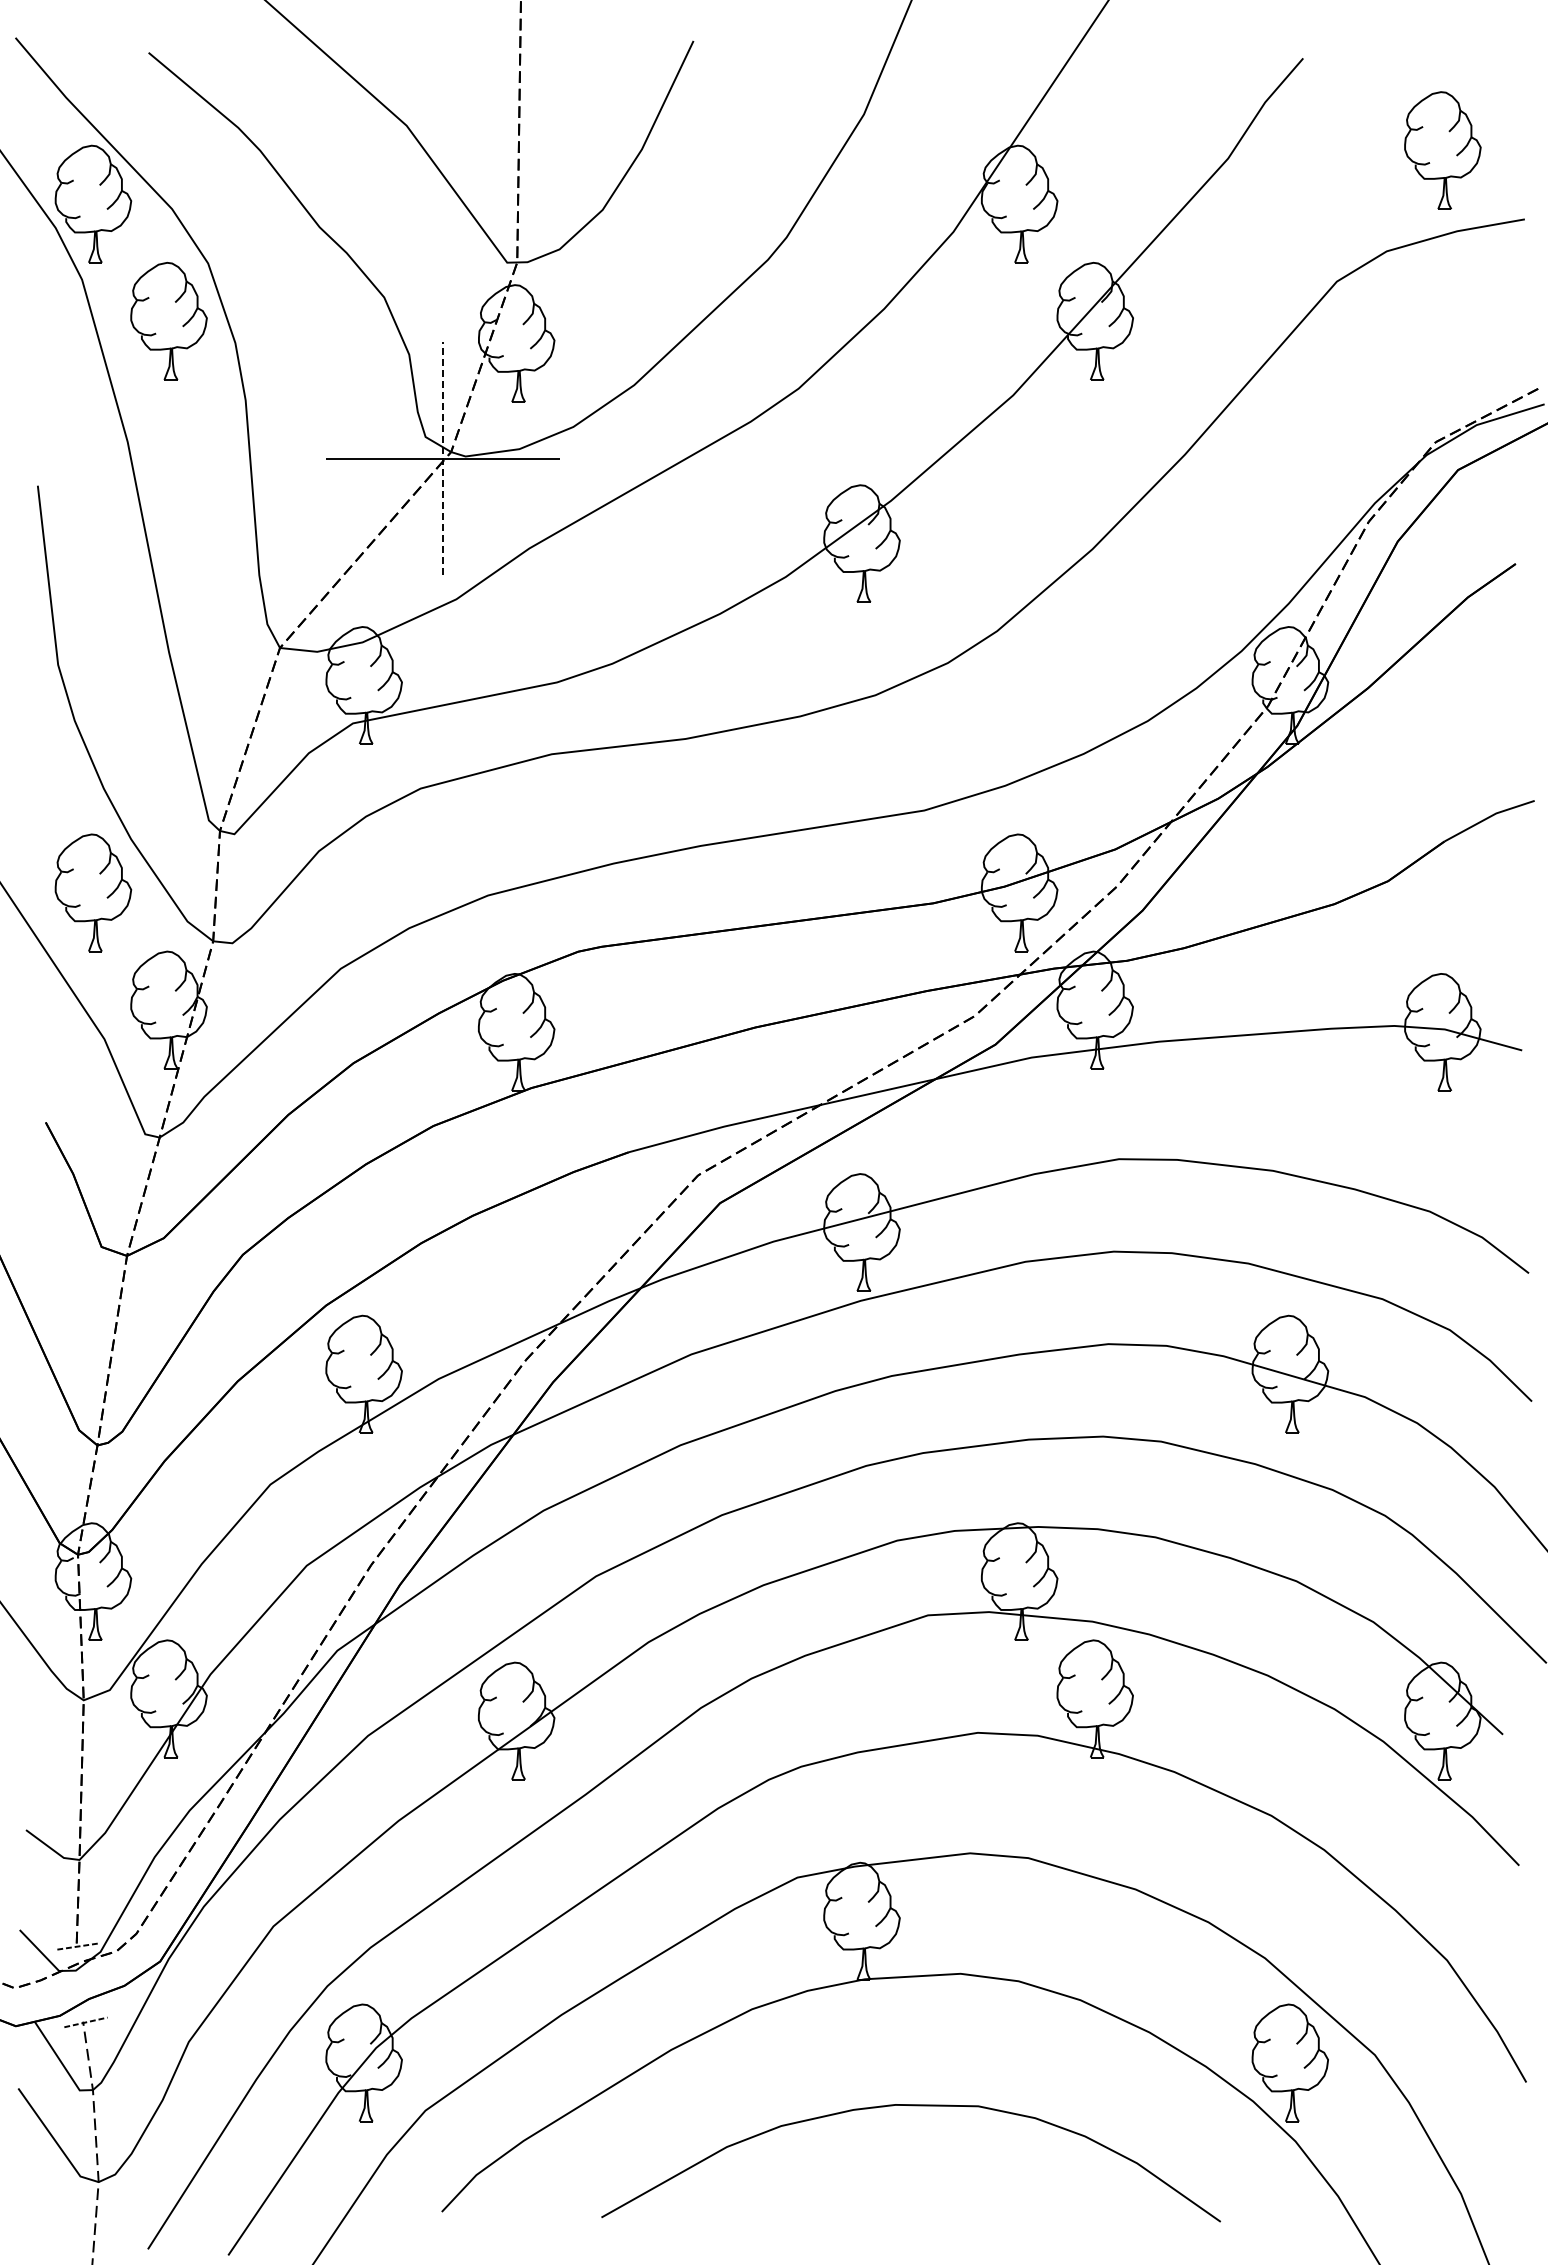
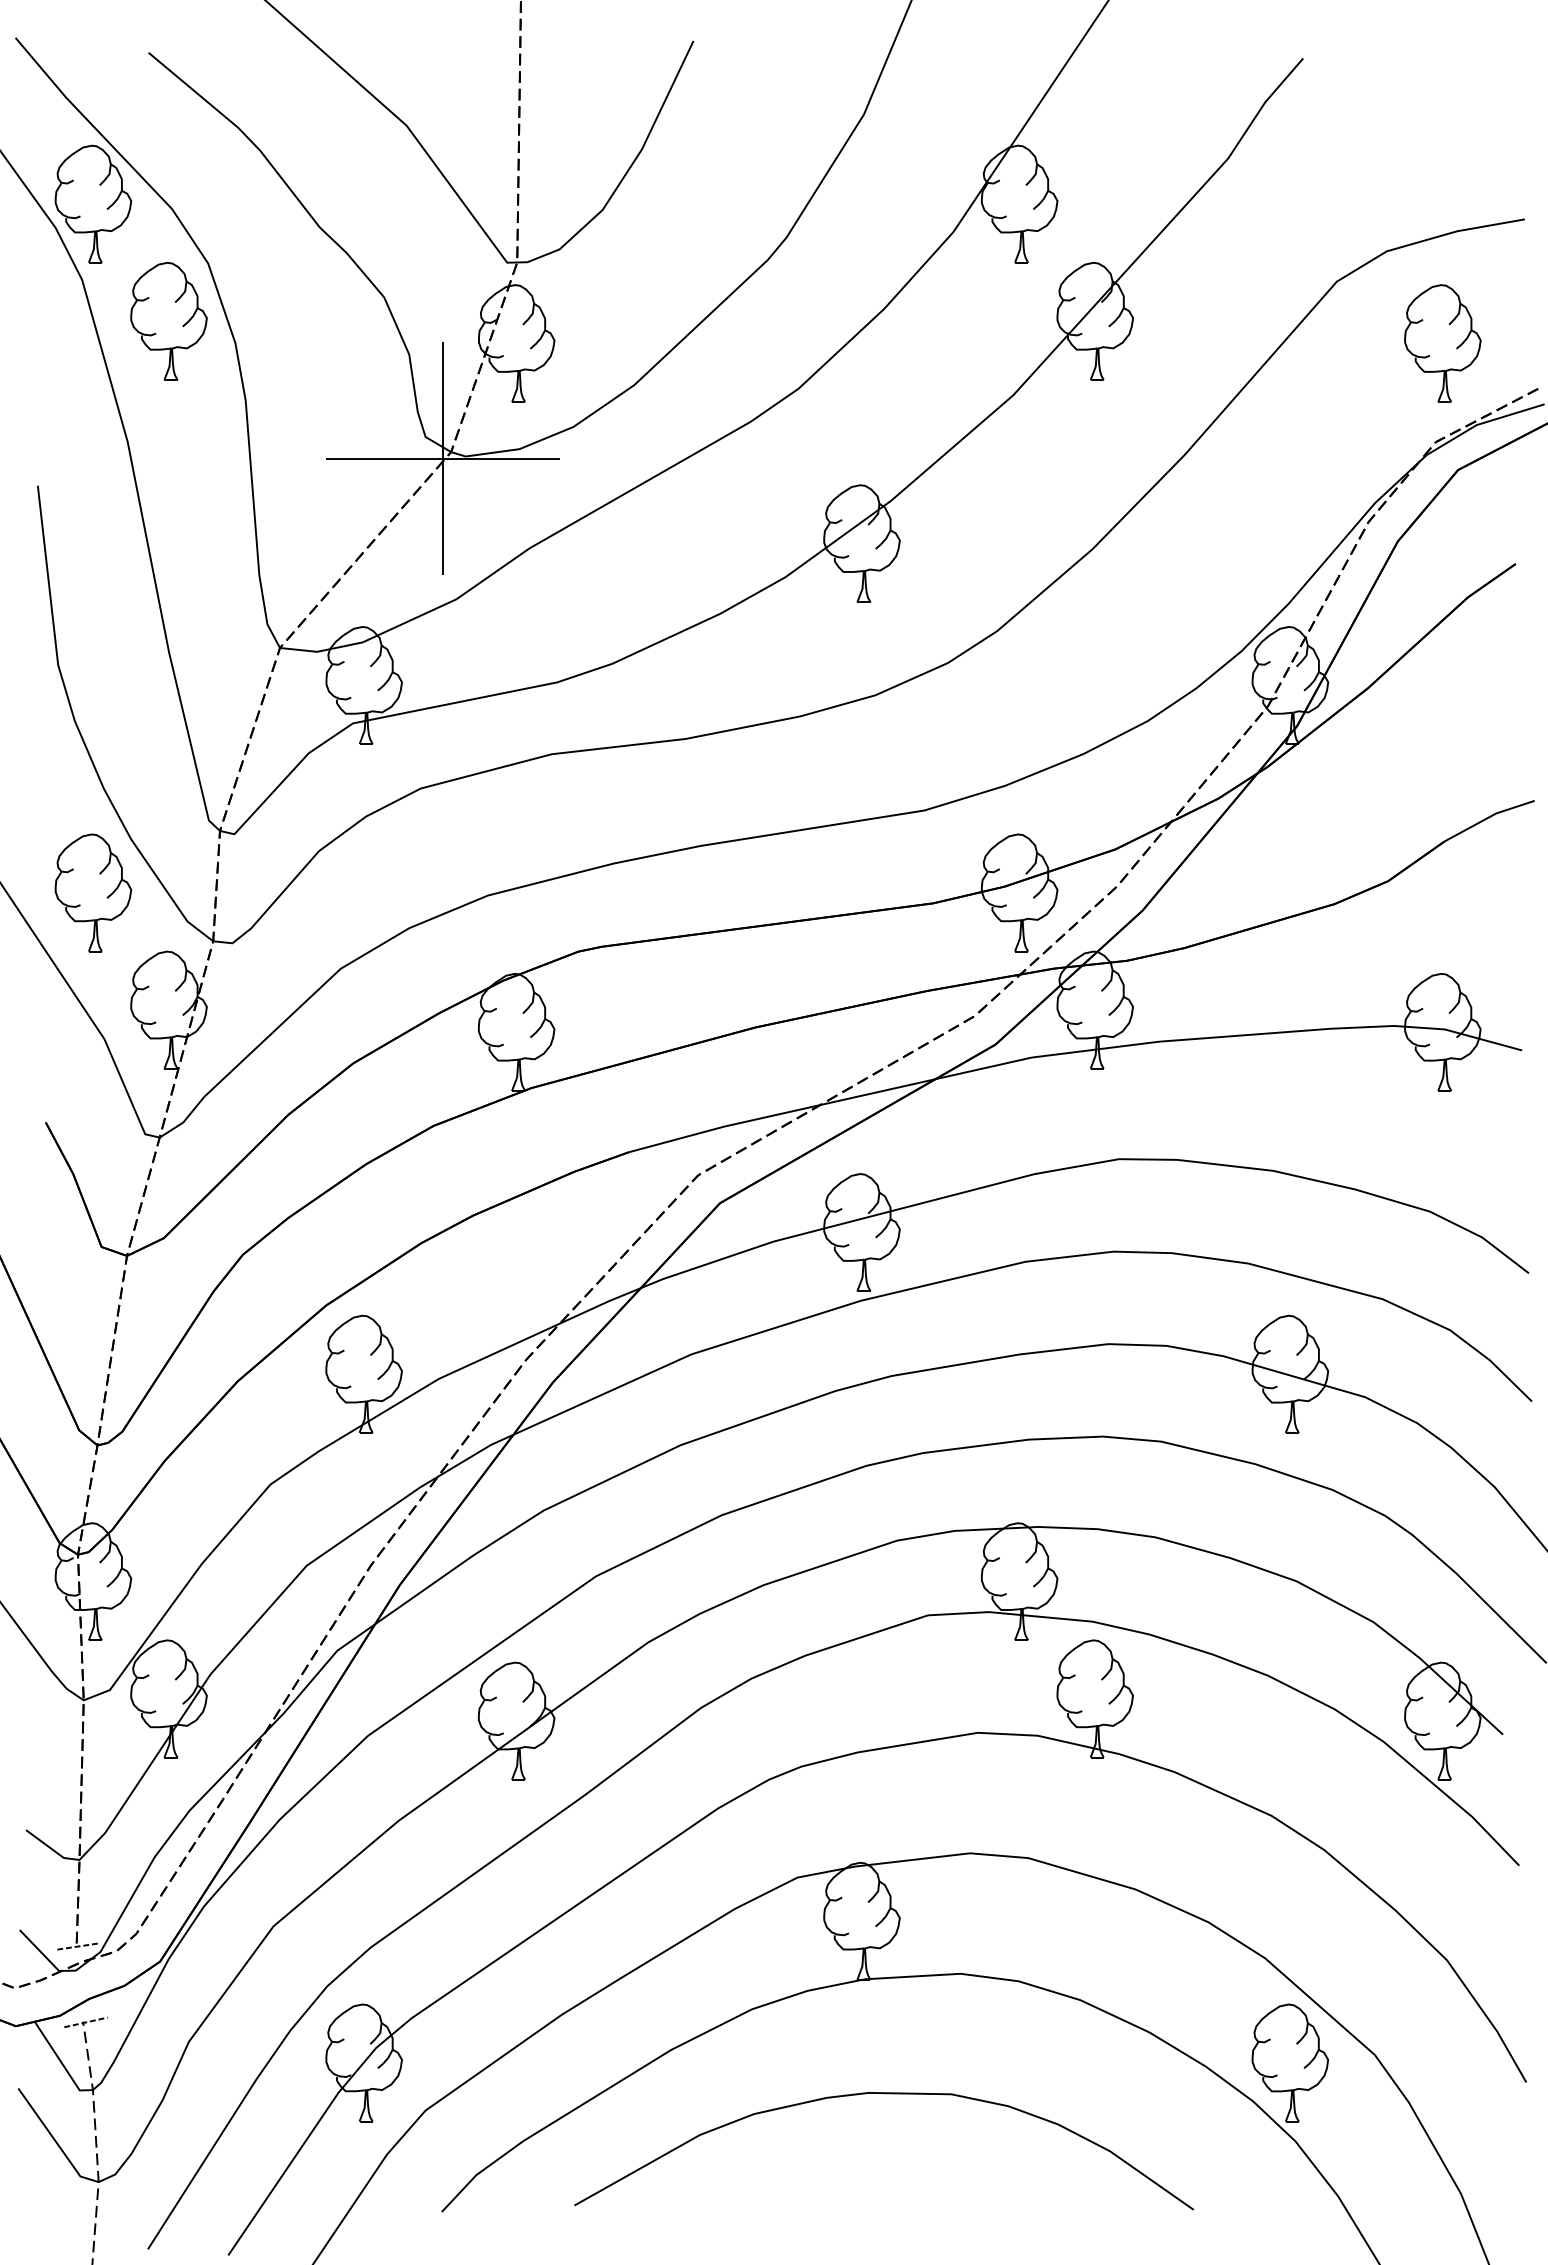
part at (1442, 150) position: (1442, 150) -> (1442, 343)
line at (443, 458): dashed -> solid
curve at (911, 2106) position: (911, 2106) -> (884, 2094)
